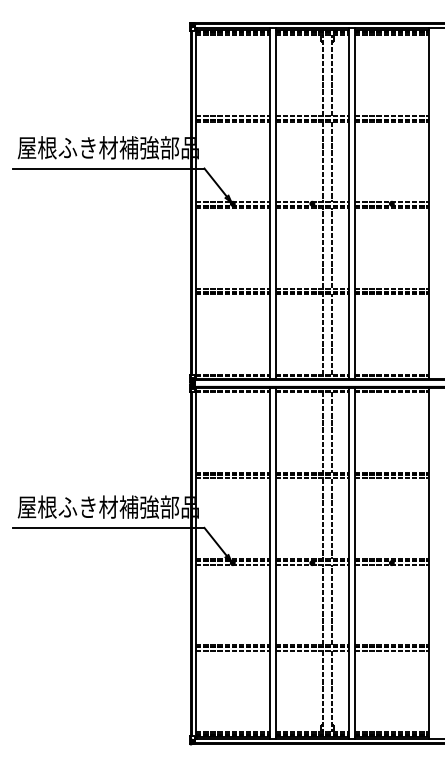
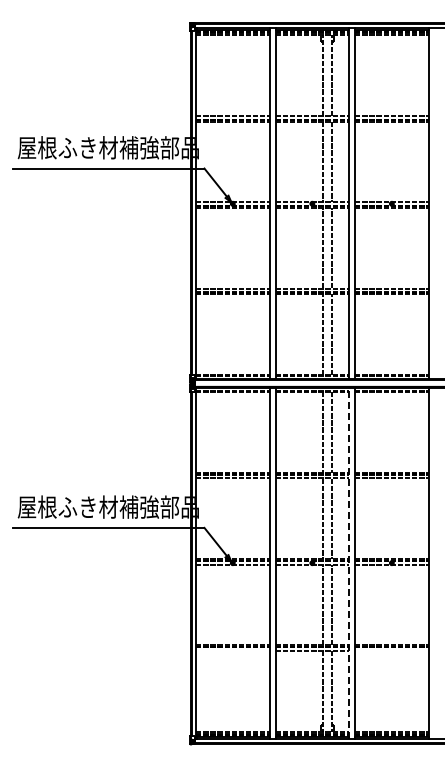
line at (349, 563): solid -> dashed
line at (232, 650): present -> none
line at (391, 650): present -> none
